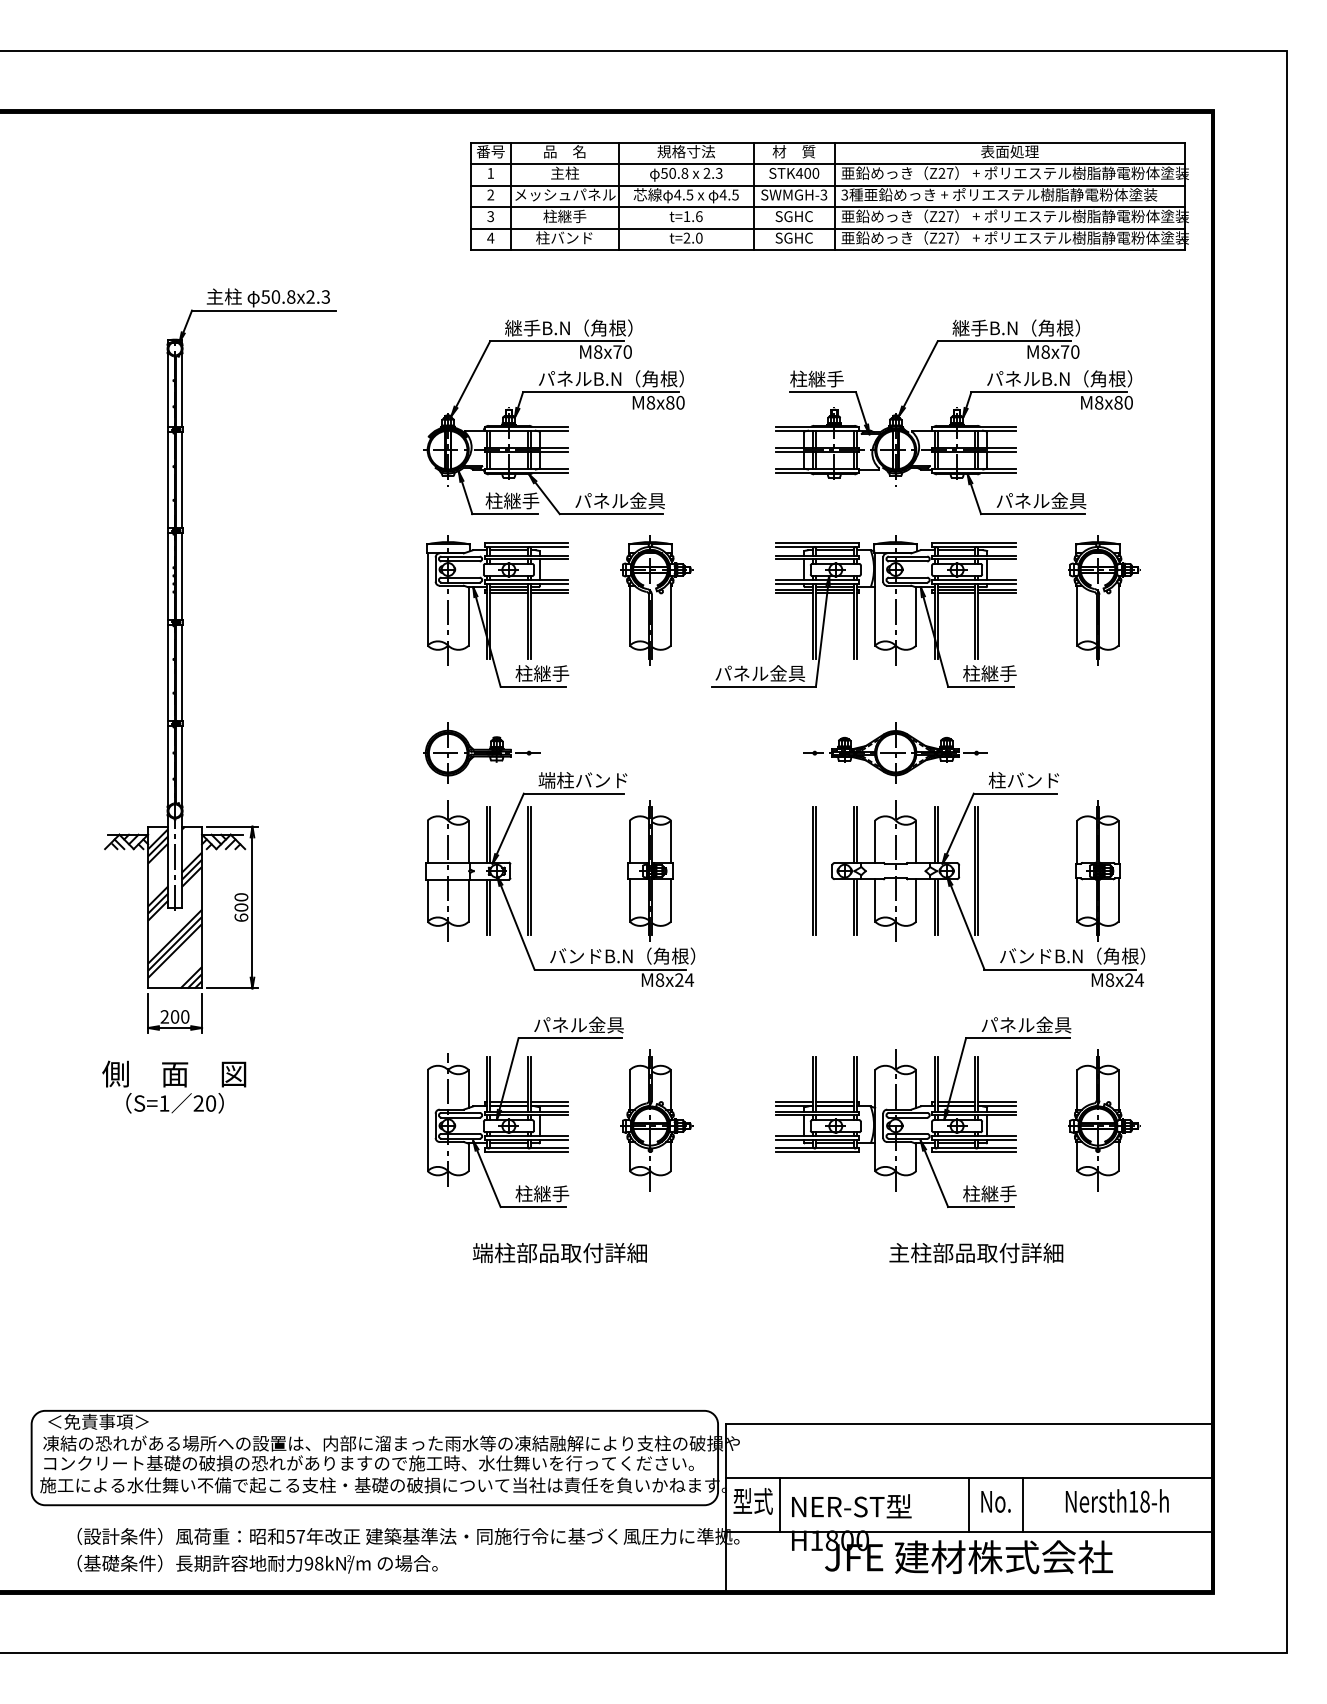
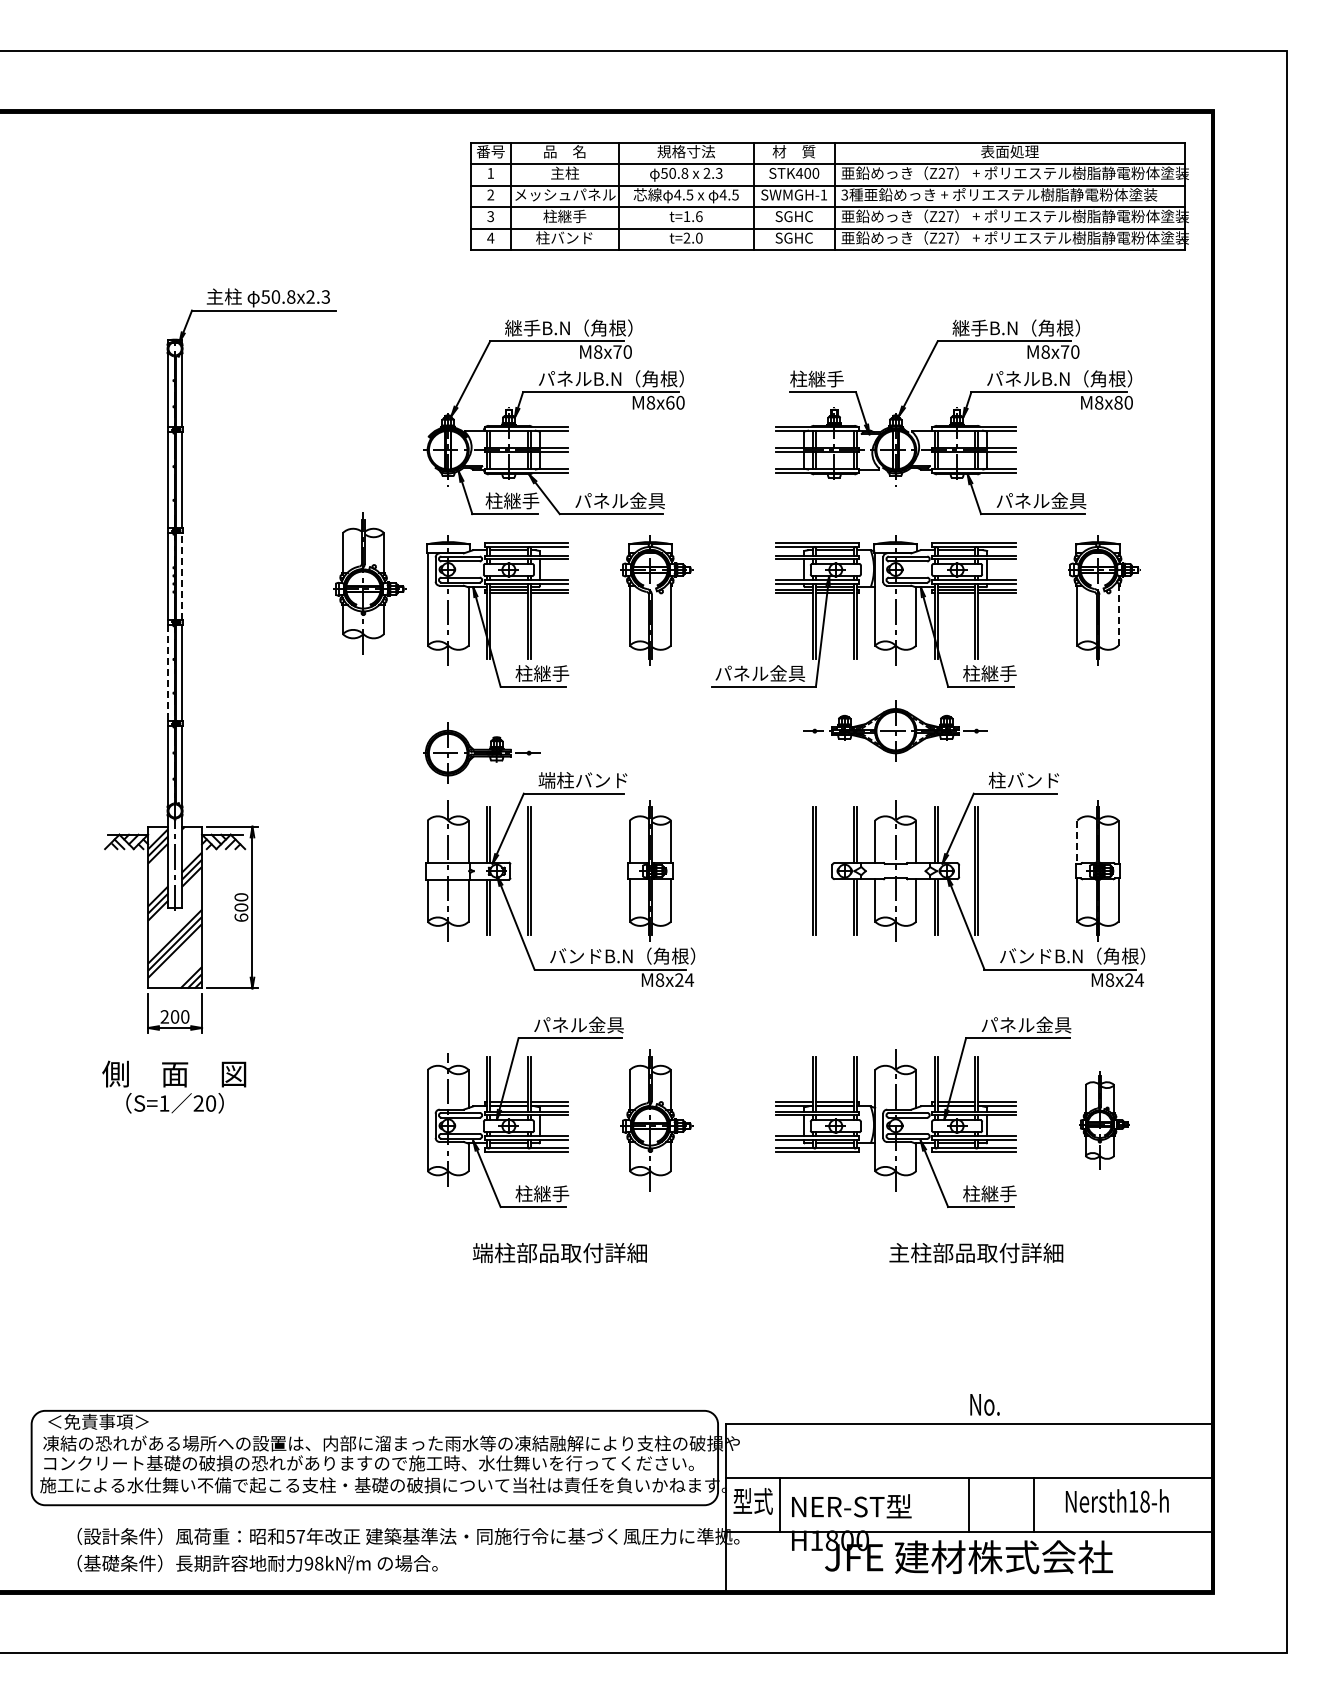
text at (823, 194): SWMGH-3 -> SWMGH-1
text at (670, 402): M8x80 -> M8x60
line at (181, 576): solid -> dashed
part at (369, 583): none -> present
line at (1118, 614): solid -> dashed
line at (168, 673): solid -> dashed
part at (895, 752) position: (895, 752) -> (895, 730)
line at (1077, 842): solid -> dashed
part at (1104, 1120) size: 73x143 px -> 51x99 px
text at (995, 1501) position: (995, 1501) -> (984, 1404)
line at (1022, 1504) position: (1022, 1504) -> (1033, 1504)
